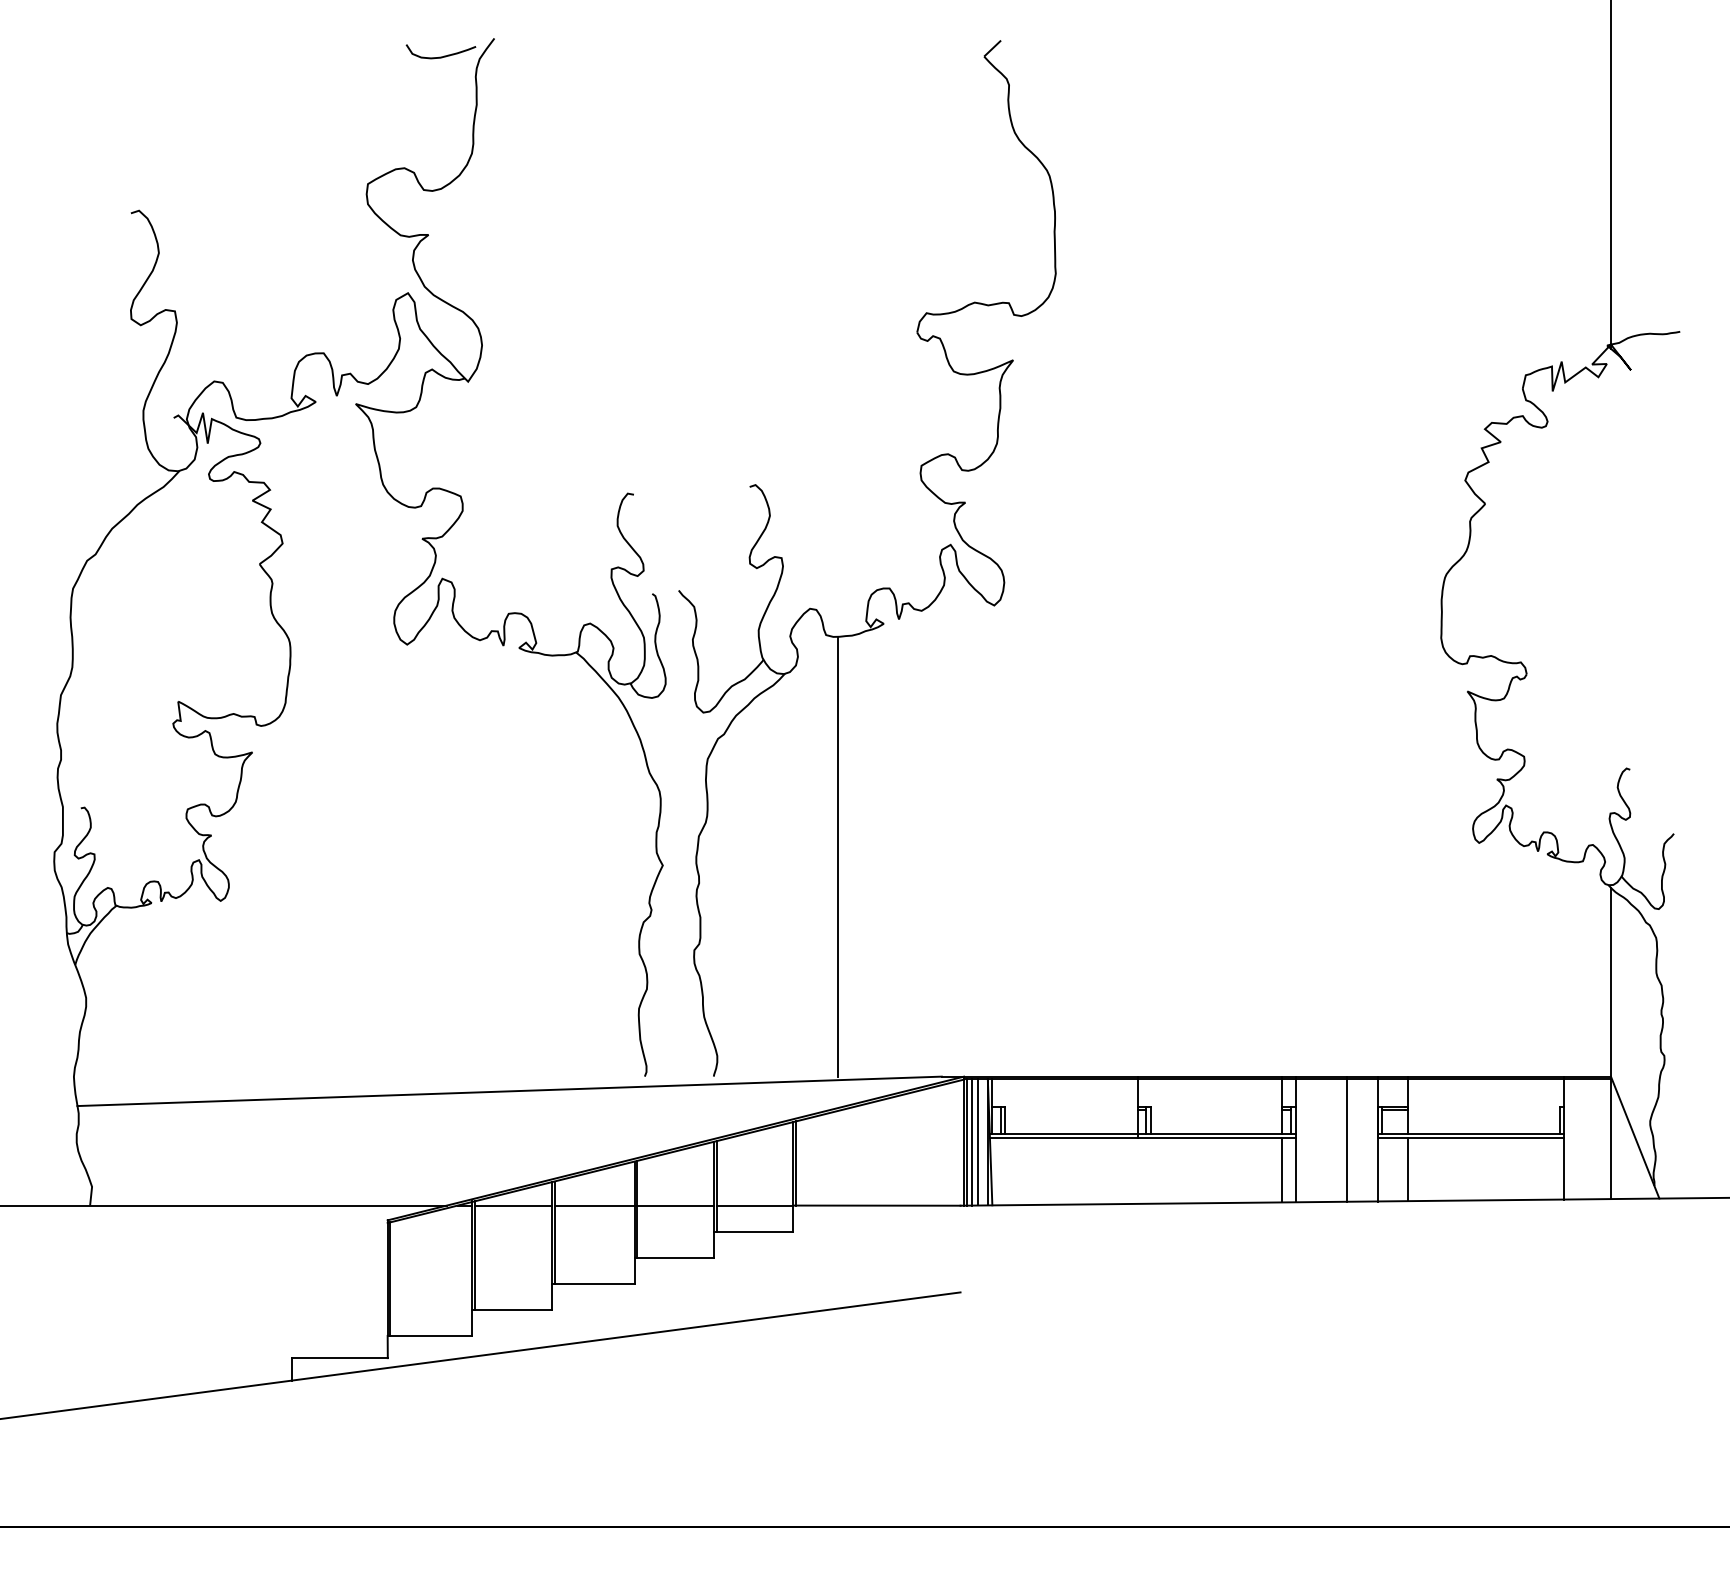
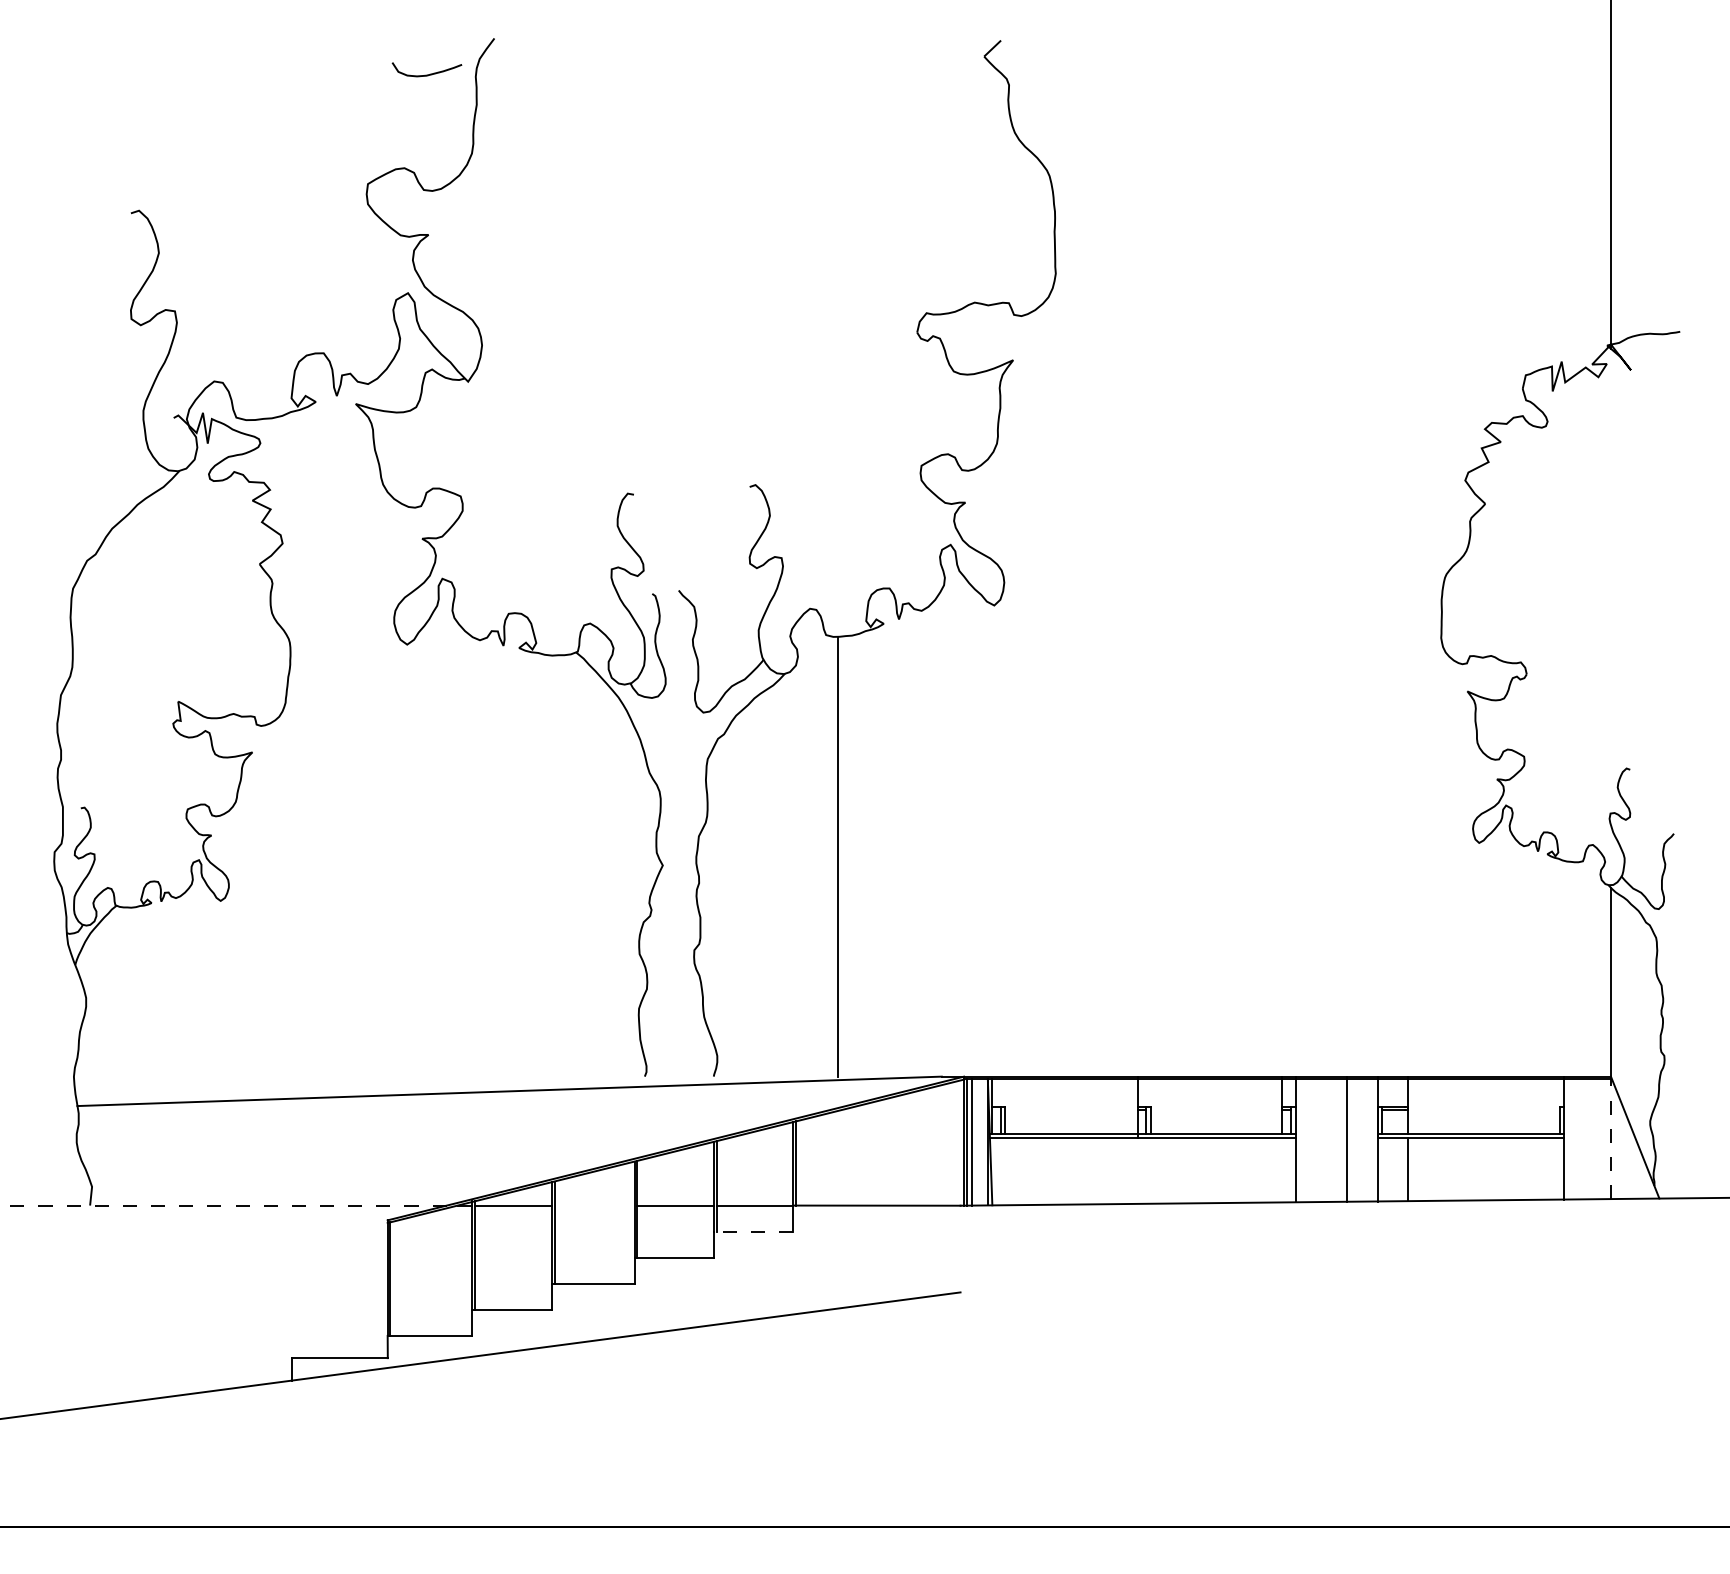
curve at (440, 56) position: (440, 56) -> (426, 74)
line at (1610, 1137): solid -> dashed
line at (978, 1142): present -> none
line at (1281, 1170): present -> none
line at (223, 1205): solid -> dashed
line at (594, 1205): present -> none
line at (753, 1231): solid -> dashed
